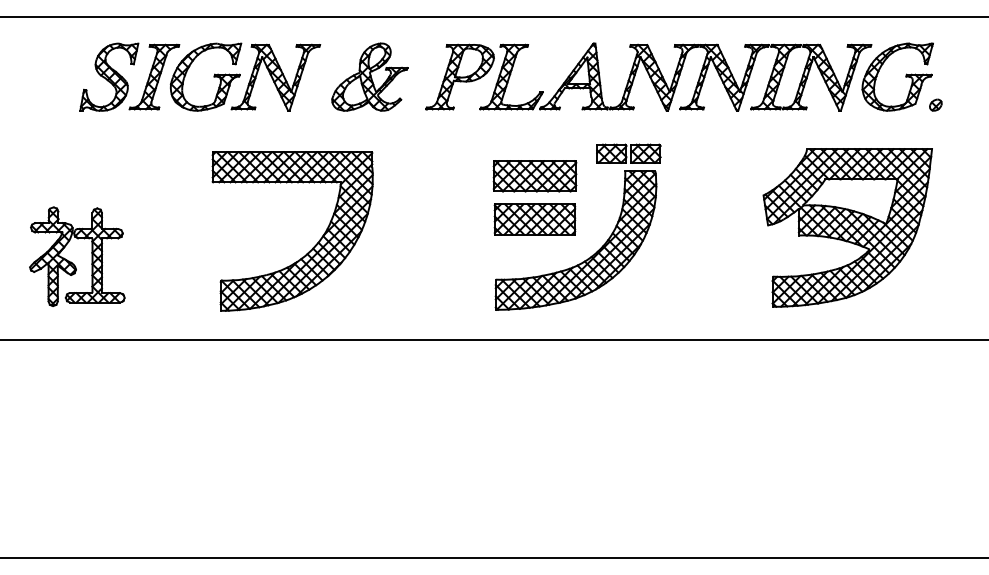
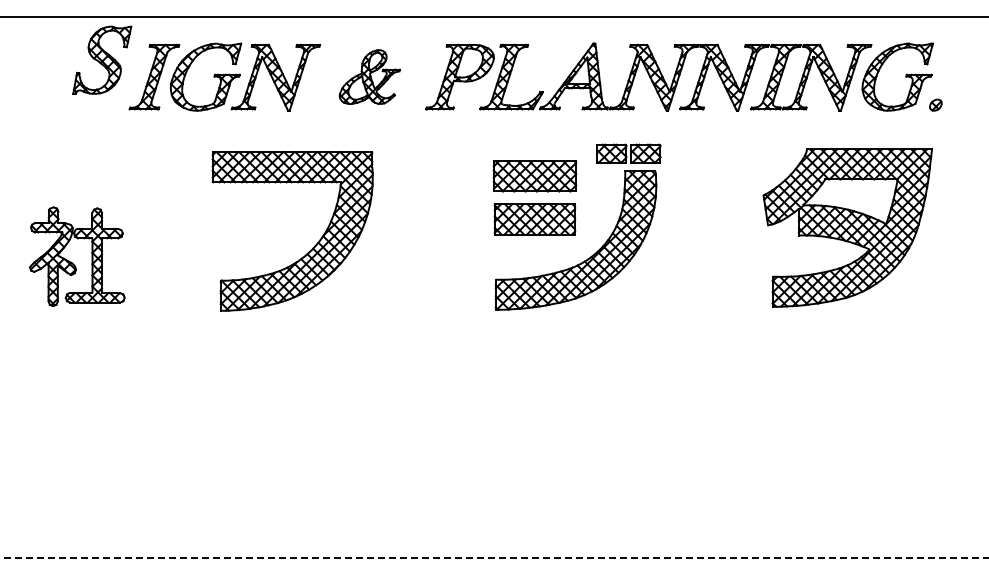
part at (109, 76) position: (109, 76) -> (102, 59)
part at (369, 76) size: 78x70 px -> 63x56 px
line at (493, 340): present -> none
line at (494, 557): solid -> dashed
